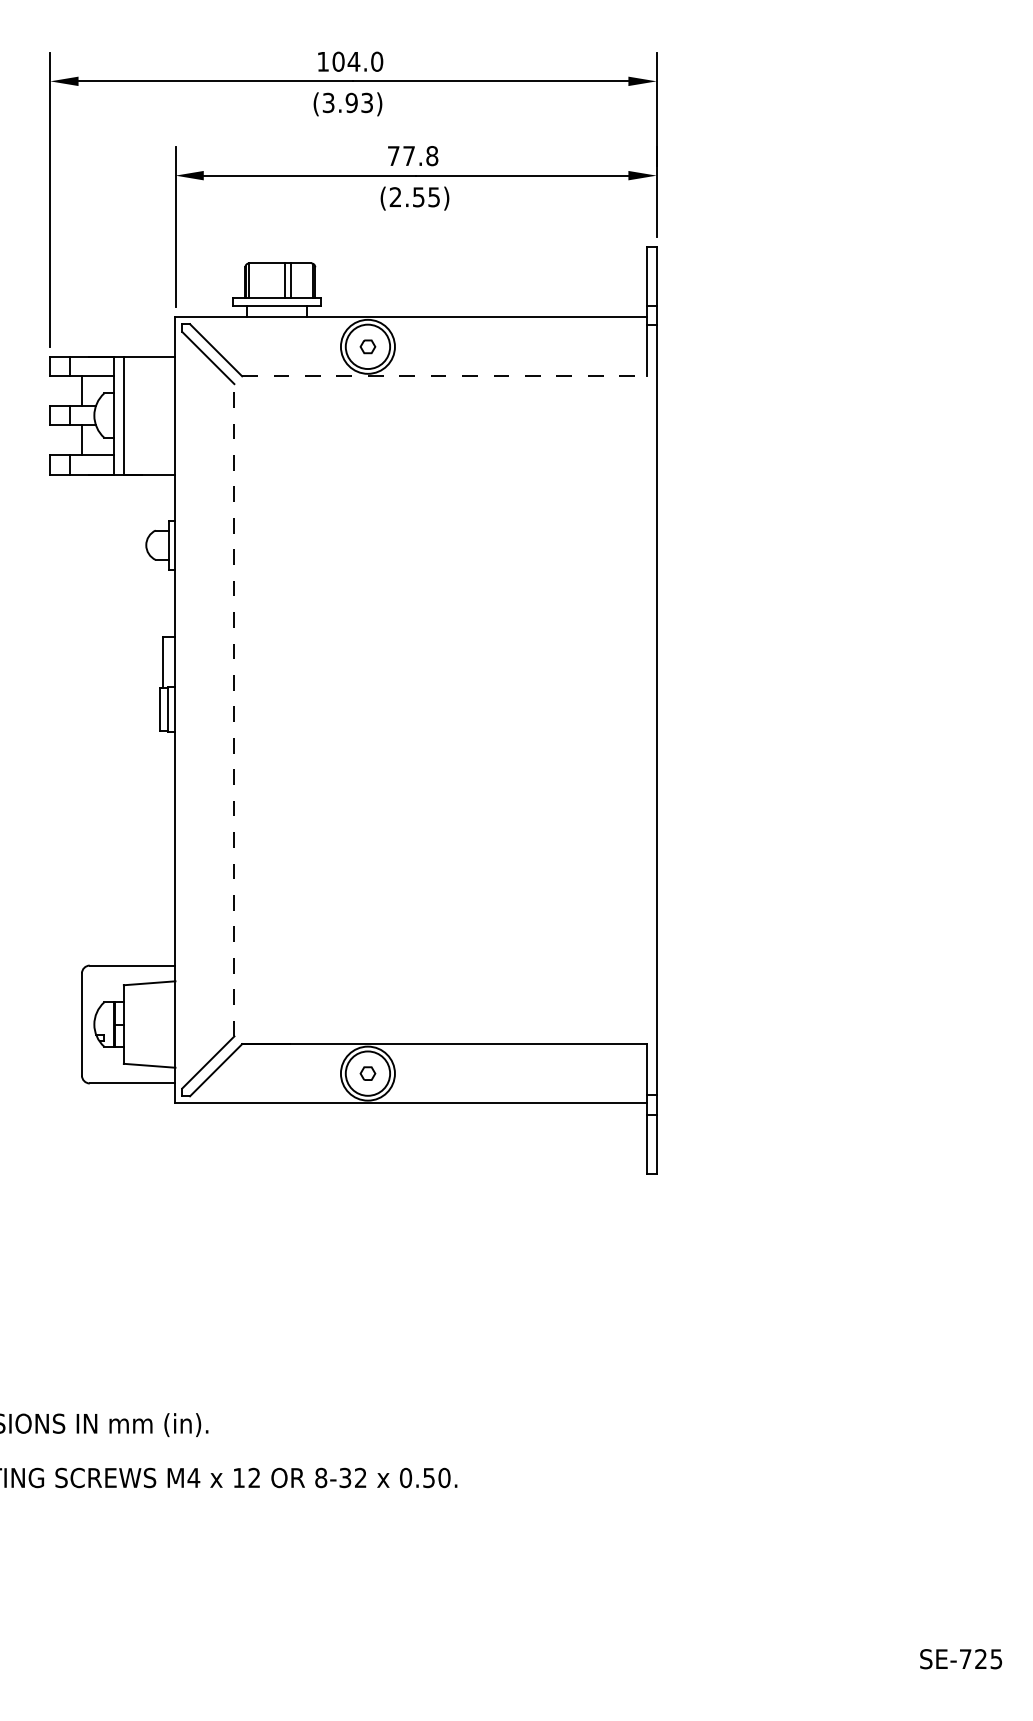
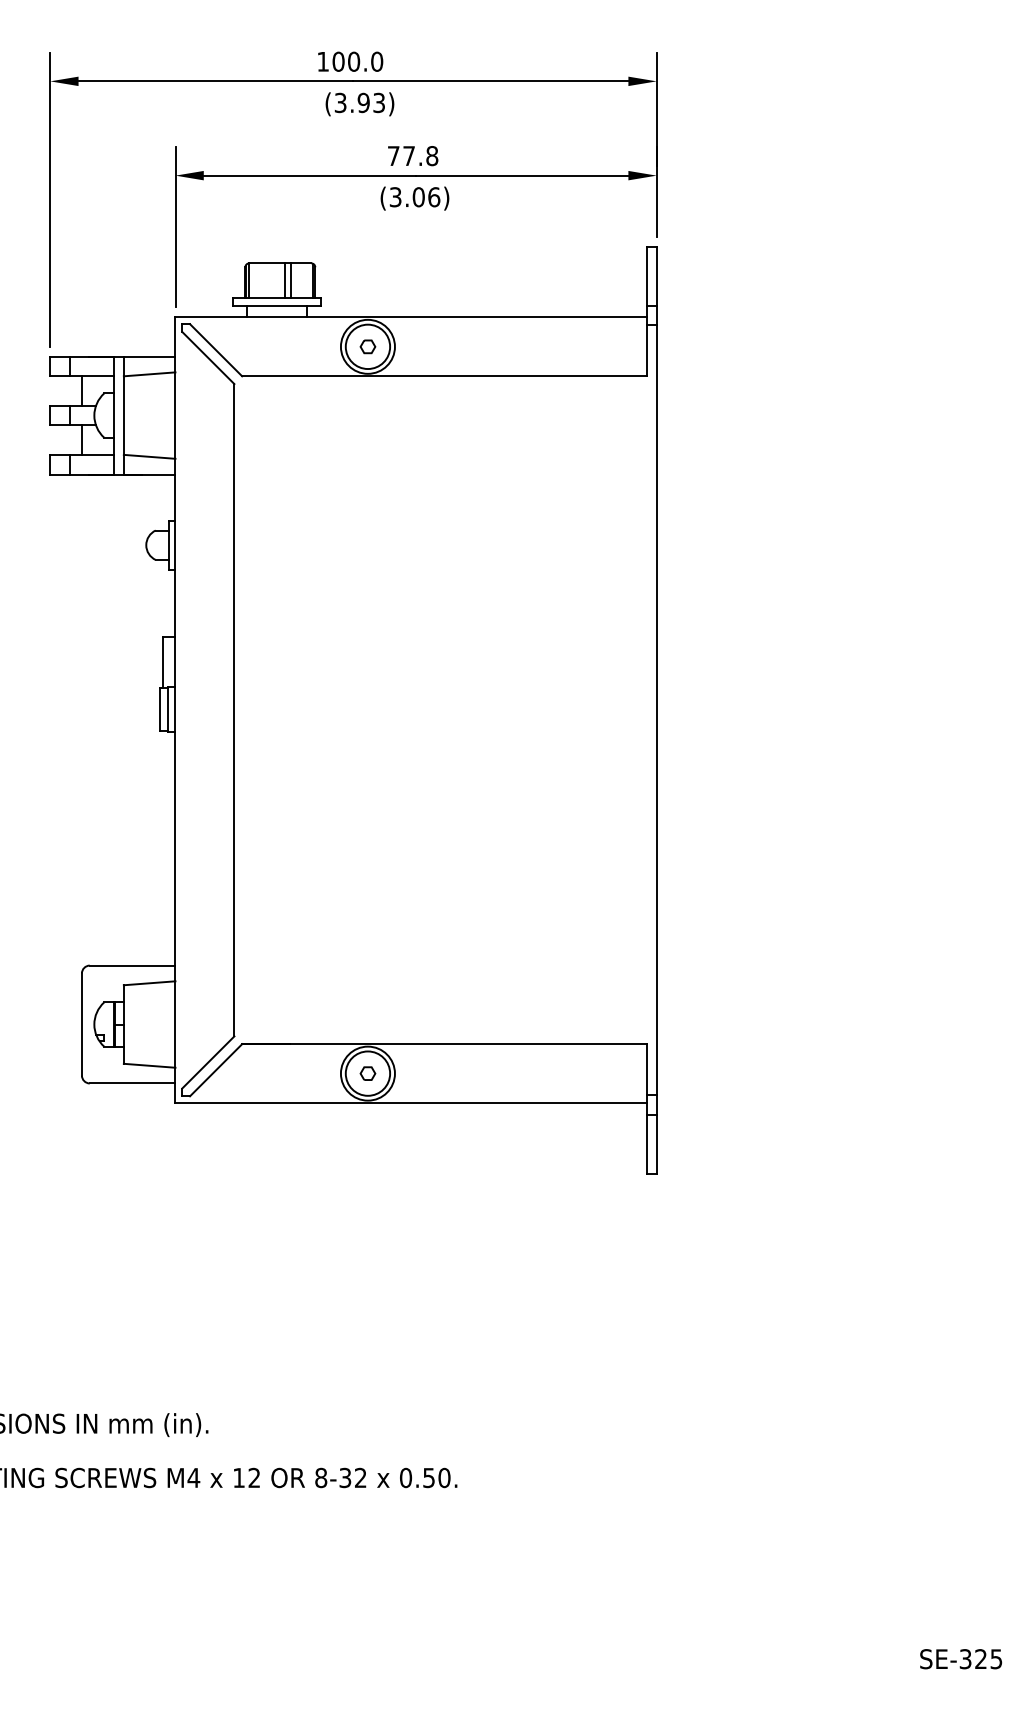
text at (353, 61): 104.0 -> 100.0
text at (347, 104) position: (347, 104) -> (359, 104)
text at (414, 197): (2.55) -> (3.06)
line at (149, 374): none -> present
line at (445, 376): dashed -> solid
line at (149, 456): none -> present
line at (234, 709): dashed -> solid
text at (965, 1659): SE-725 -> SE-325
